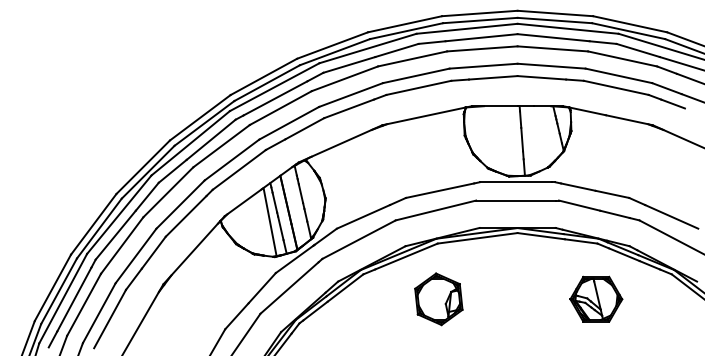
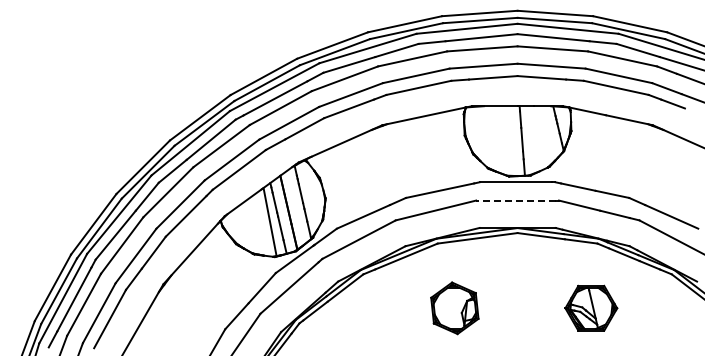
line at (516, 200): solid -> dashed
part at (596, 298) position: (596, 298) -> (591, 307)
part at (438, 299) position: (438, 299) -> (454, 308)
